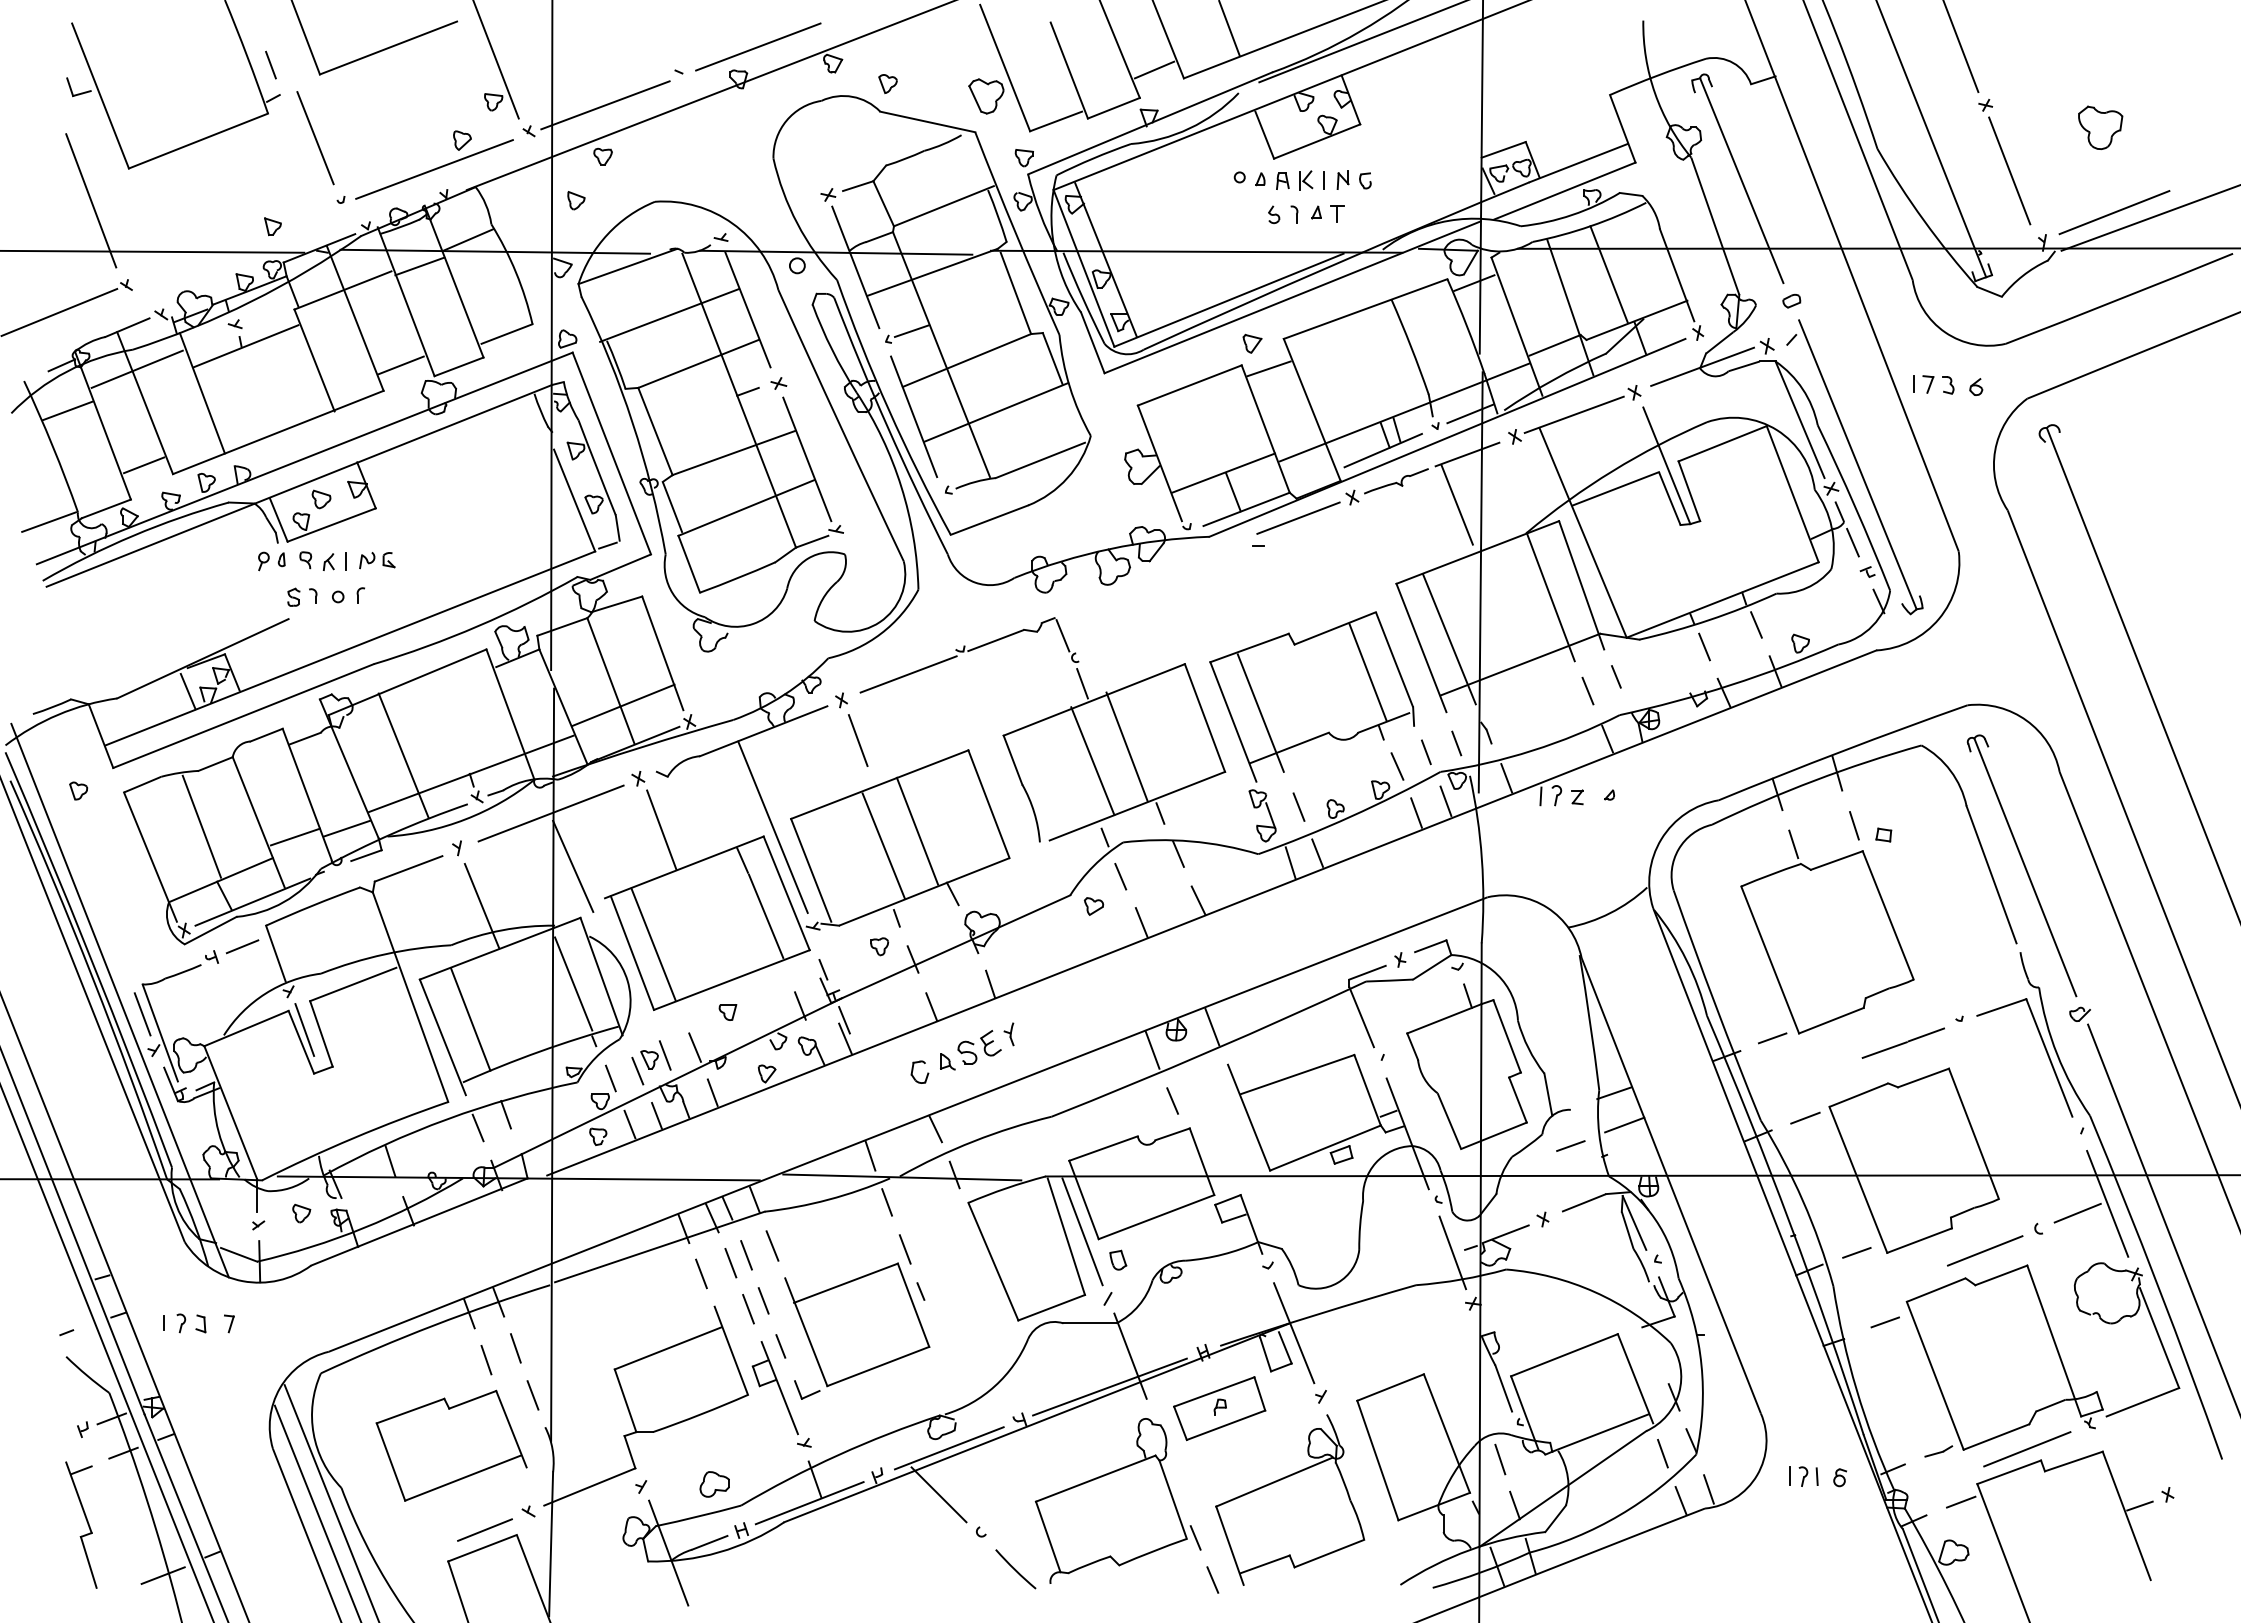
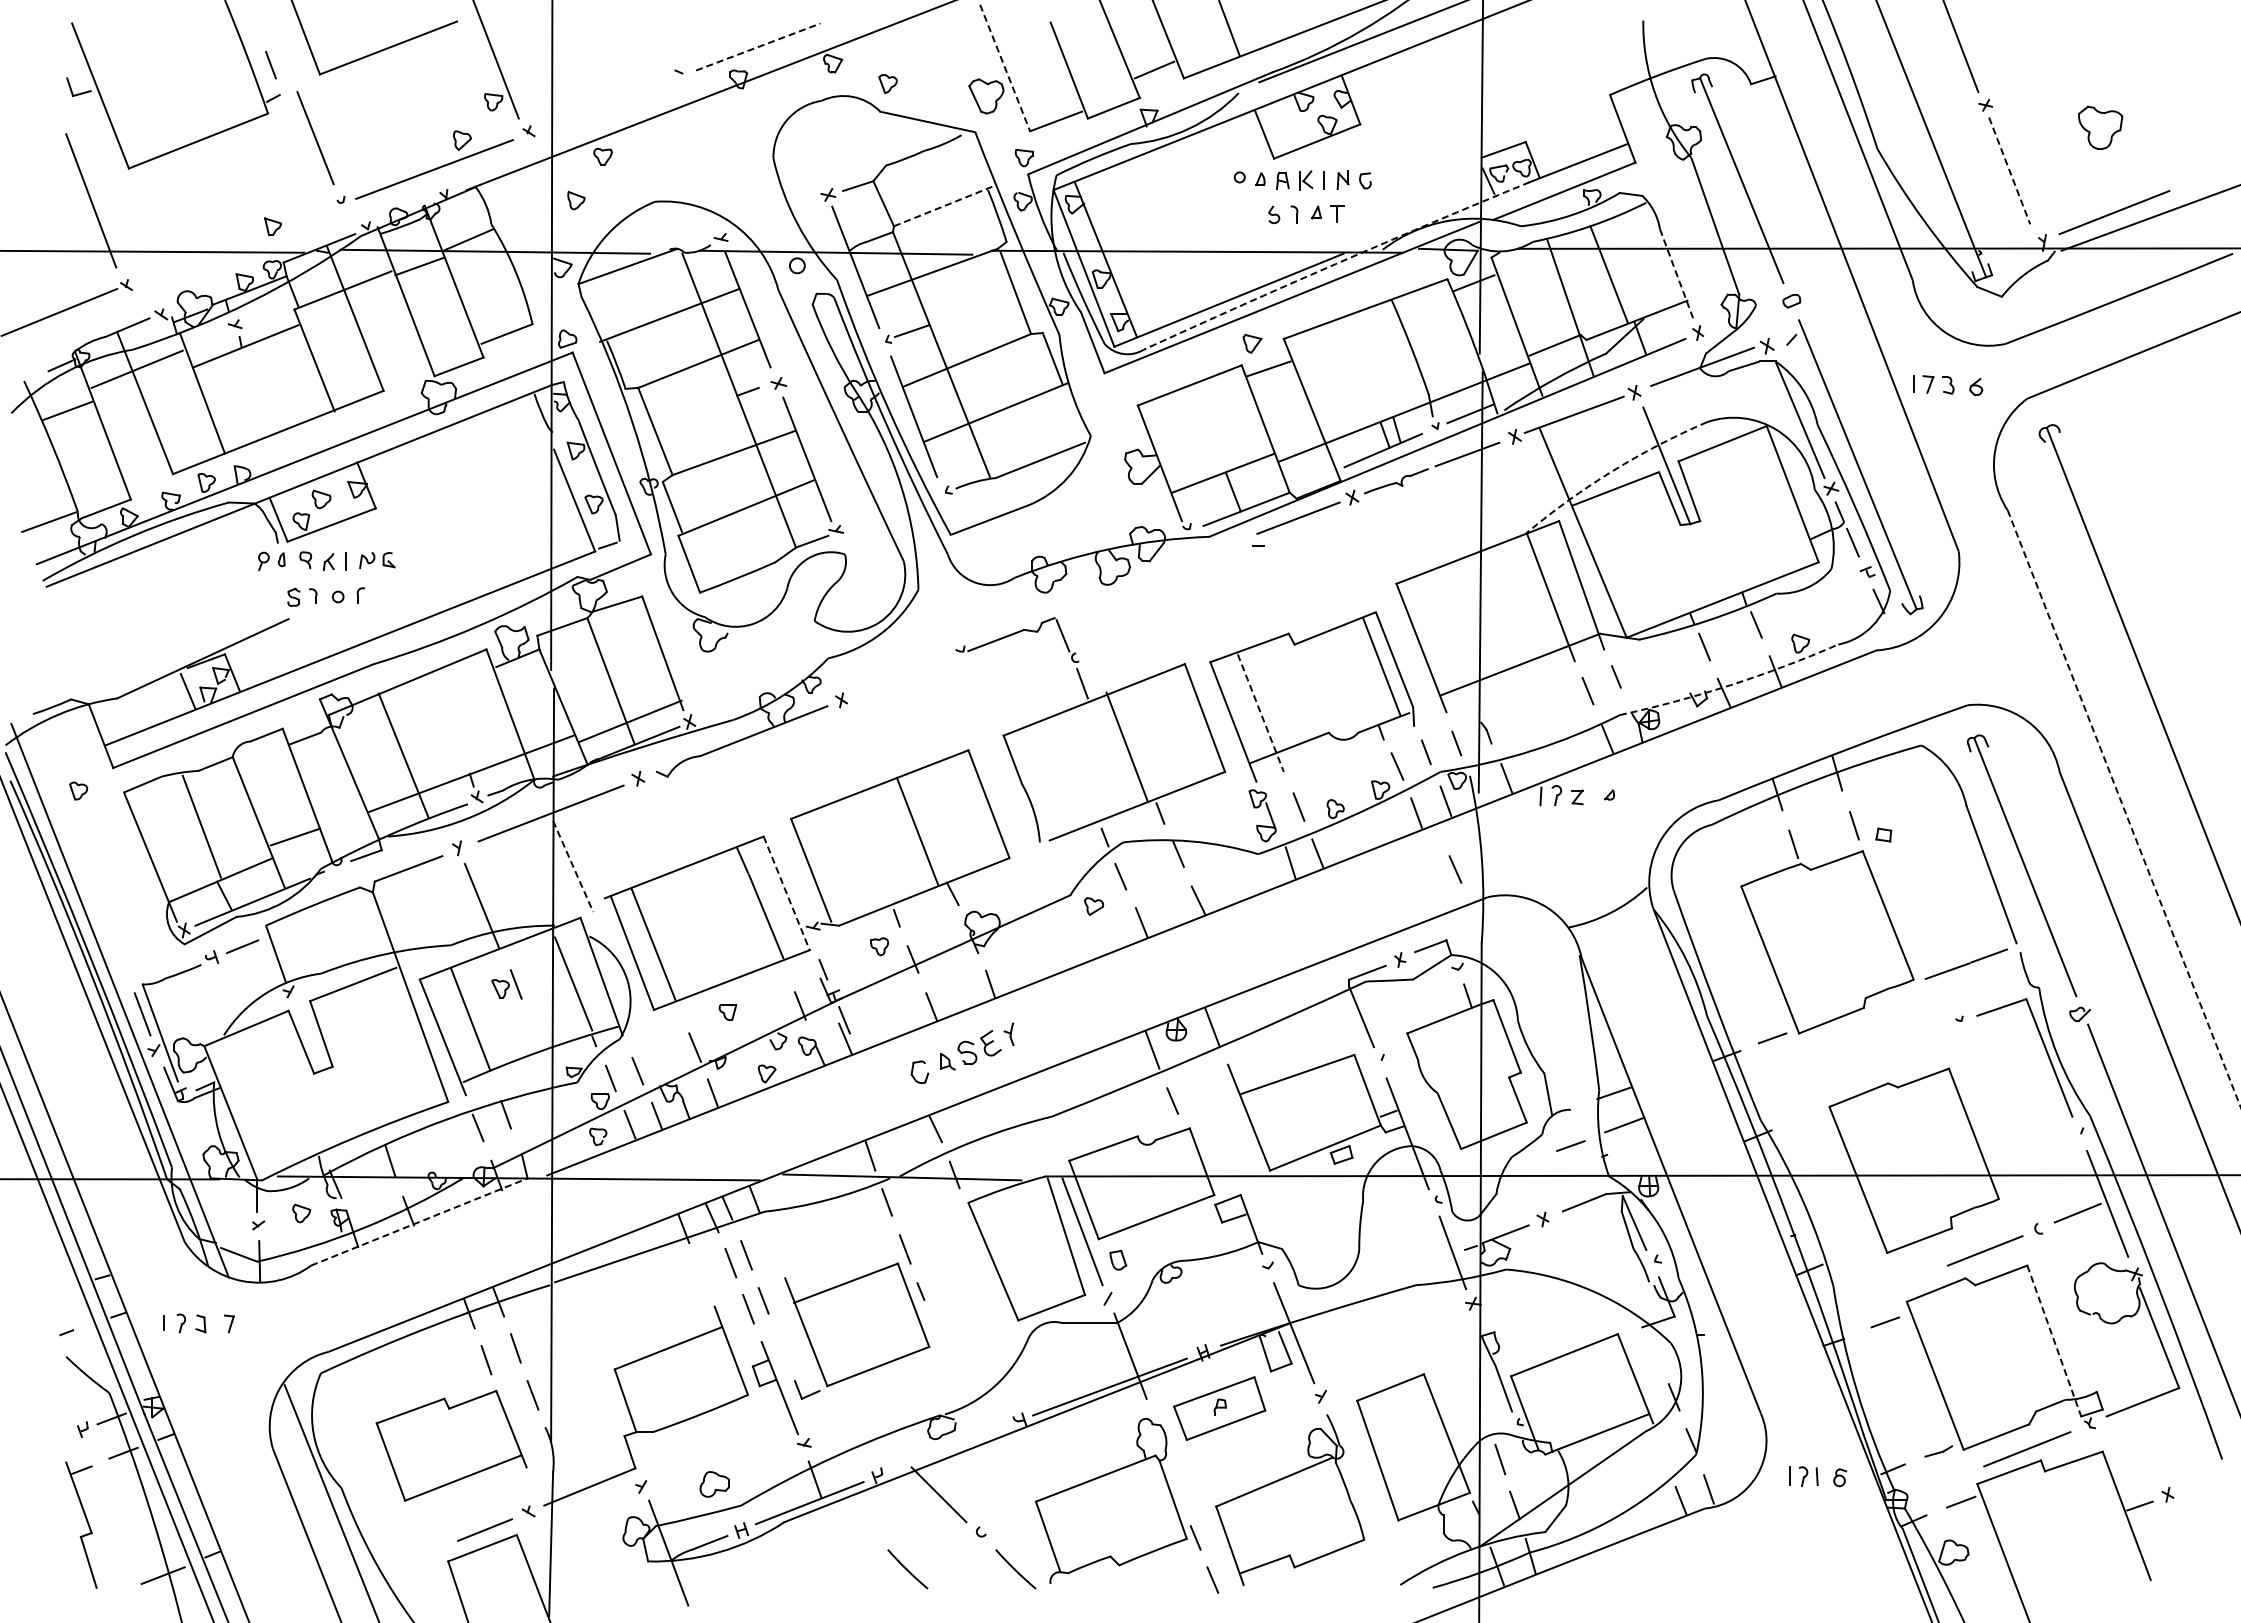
line at (758, 46): solid -> dashed
line at (1005, 68): solid -> dashed
line at (605, 105): present -> none
line at (2009, 171): solid -> dashed
line at (943, 206): solid -> dashed
arc at (1335, 264): solid -> dashed
line at (1677, 275): solid -> dashed
line at (400, 365): present -> none
line at (144, 465): present -> none
arc at (1612, 471): solid -> dashed
line at (1456, 504): present -> none
line at (1448, 639): present -> none
line at (1367, 671) position: (1367, 671) -> (1381, 666)
line at (908, 674): present -> none
arc at (1730, 685): solid -> dashed
line at (623, 704) position: (623, 704) -> (630, 720)
line at (1261, 713): solid -> dashed
line at (857, 740): present -> none
line at (1092, 761): present -> none
arc at (2124, 809): solid -> dashed
line at (772, 826): present -> none
line at (346, 828): present -> none
line at (661, 829): present -> none
line at (883, 845): present -> none
line at (573, 866): solid -> dashed
line at (1455, 869): none -> present
line at (786, 893): solid -> dashed
line at (304, 1029): present -> none
line at (1902, 1042) position: (1902, 1042) -> (1965, 963)
part at (655, 1055) position: (655, 1055) -> (506, 984)
line at (1805, 1117): present -> none
line at (419, 1222): solid -> dashed
line at (772, 1245): present -> none
line at (1856, 1252): present -> none
line at (701, 1273): present -> none
line at (2054, 1341): solid -> dashed
line at (780, 1346): present -> none
line at (948, 1448): present -> none
line at (1662, 1453): present -> none
line at (317, 1512): present -> none
line at (907, 1569): none -> present
